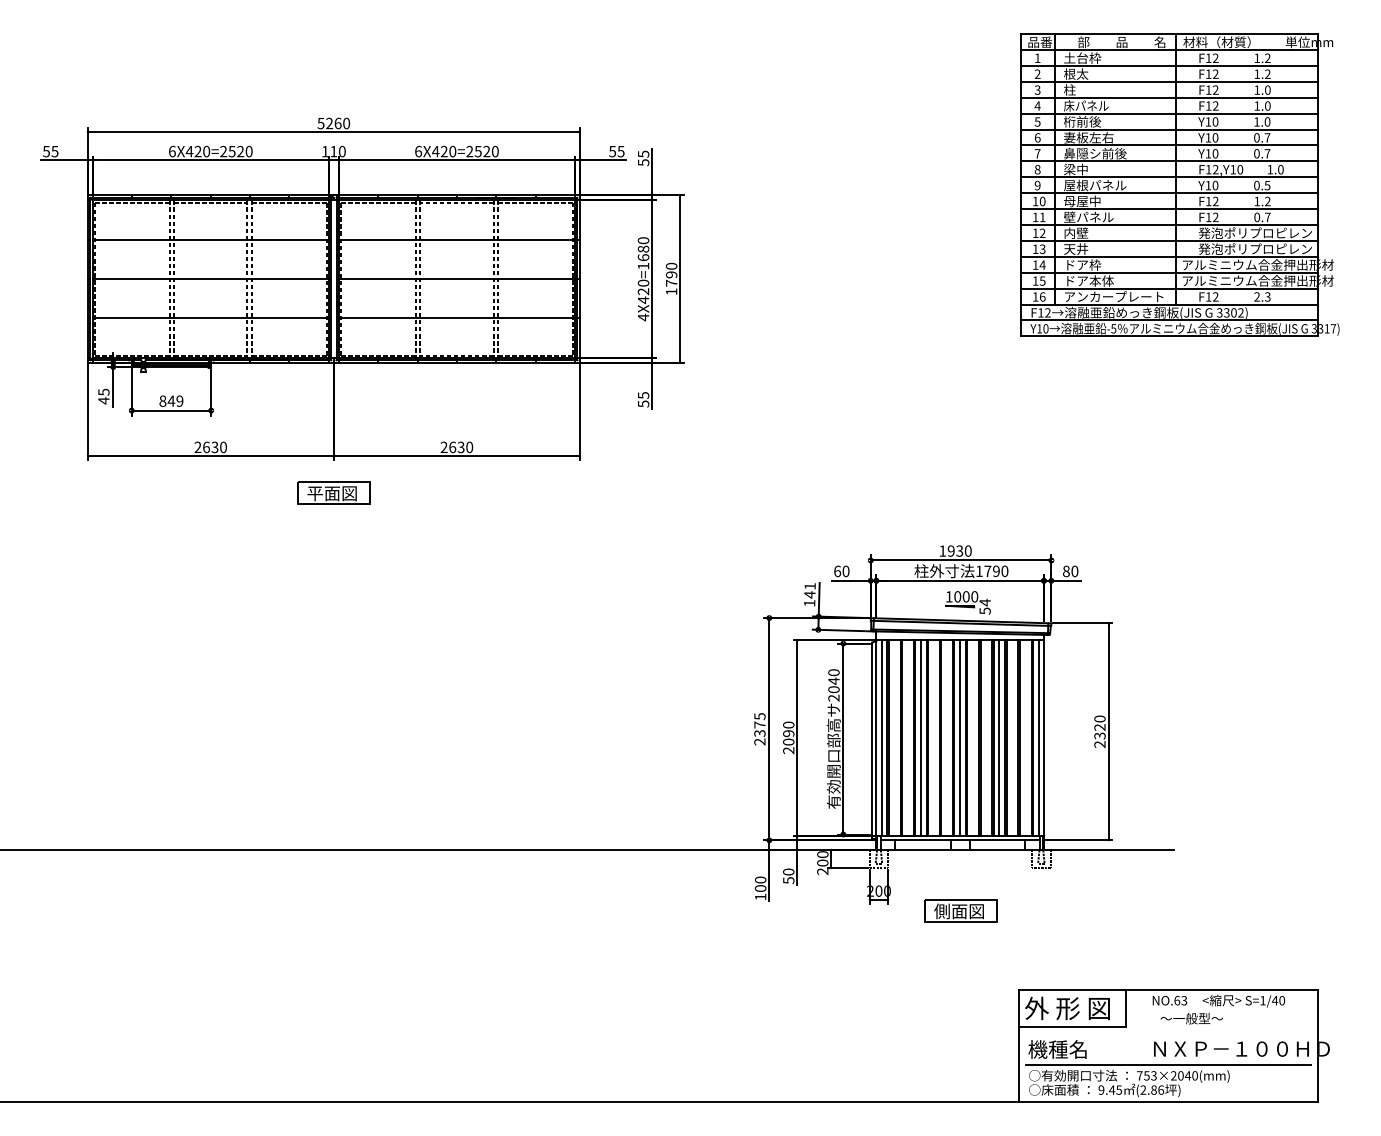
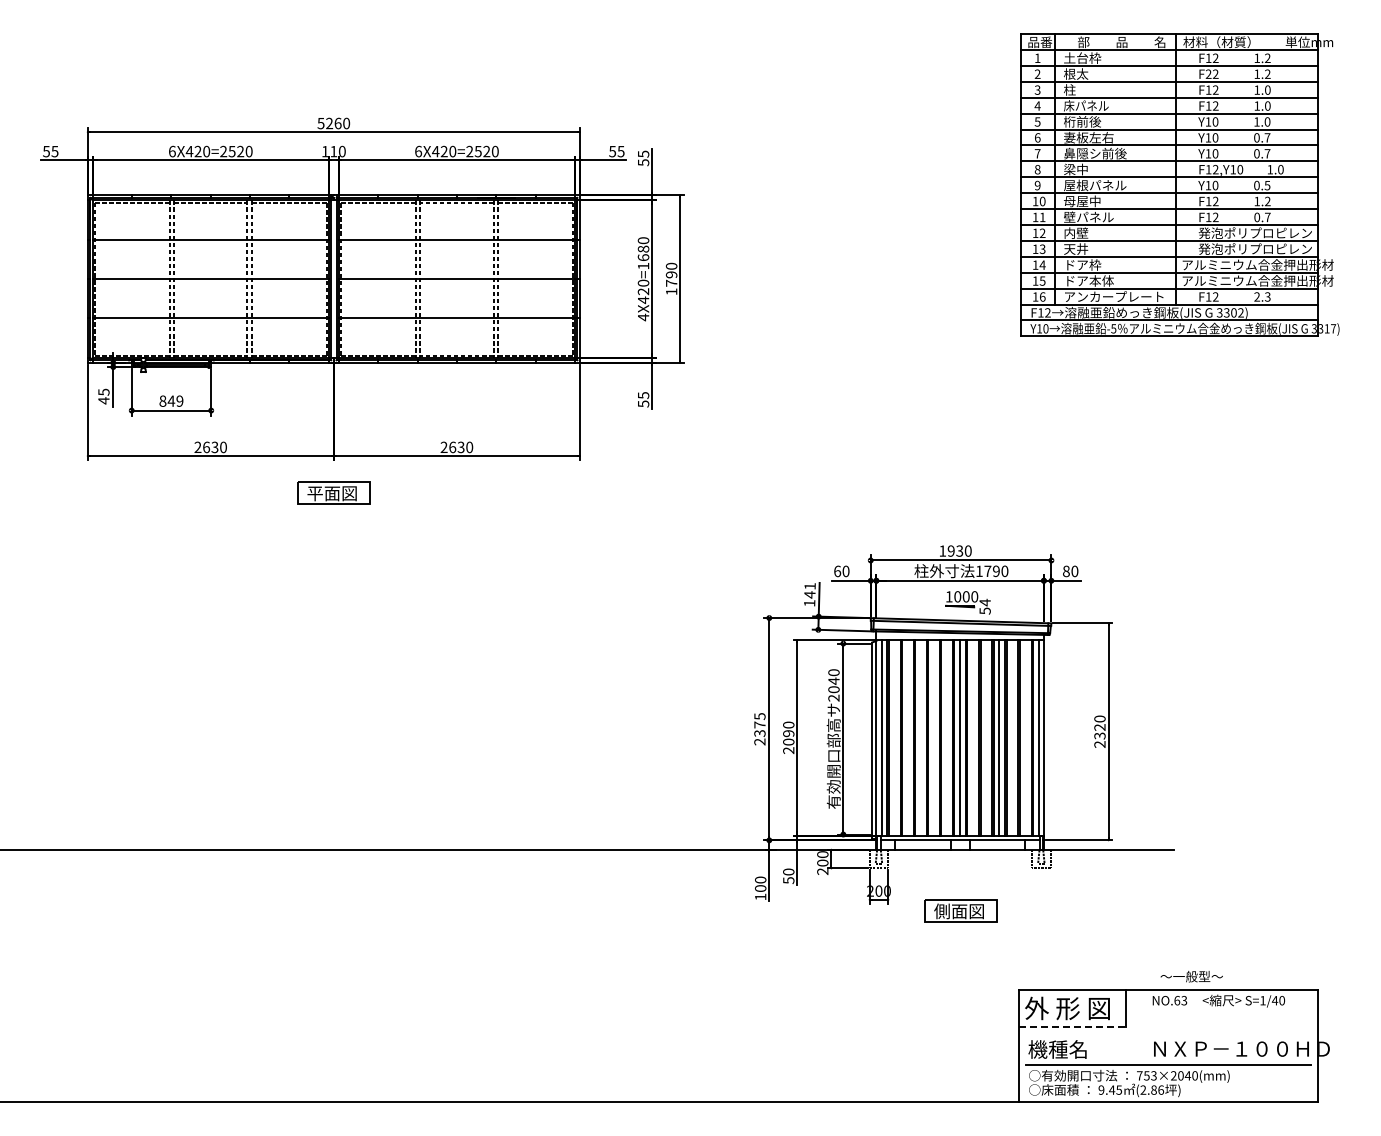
text at (1208, 73): F12 -> F22
line at (920, 737): present -> none
text at (1191, 1018) position: (1191, 1018) -> (1191, 976)
line at (1072, 1027): solid -> dashed
